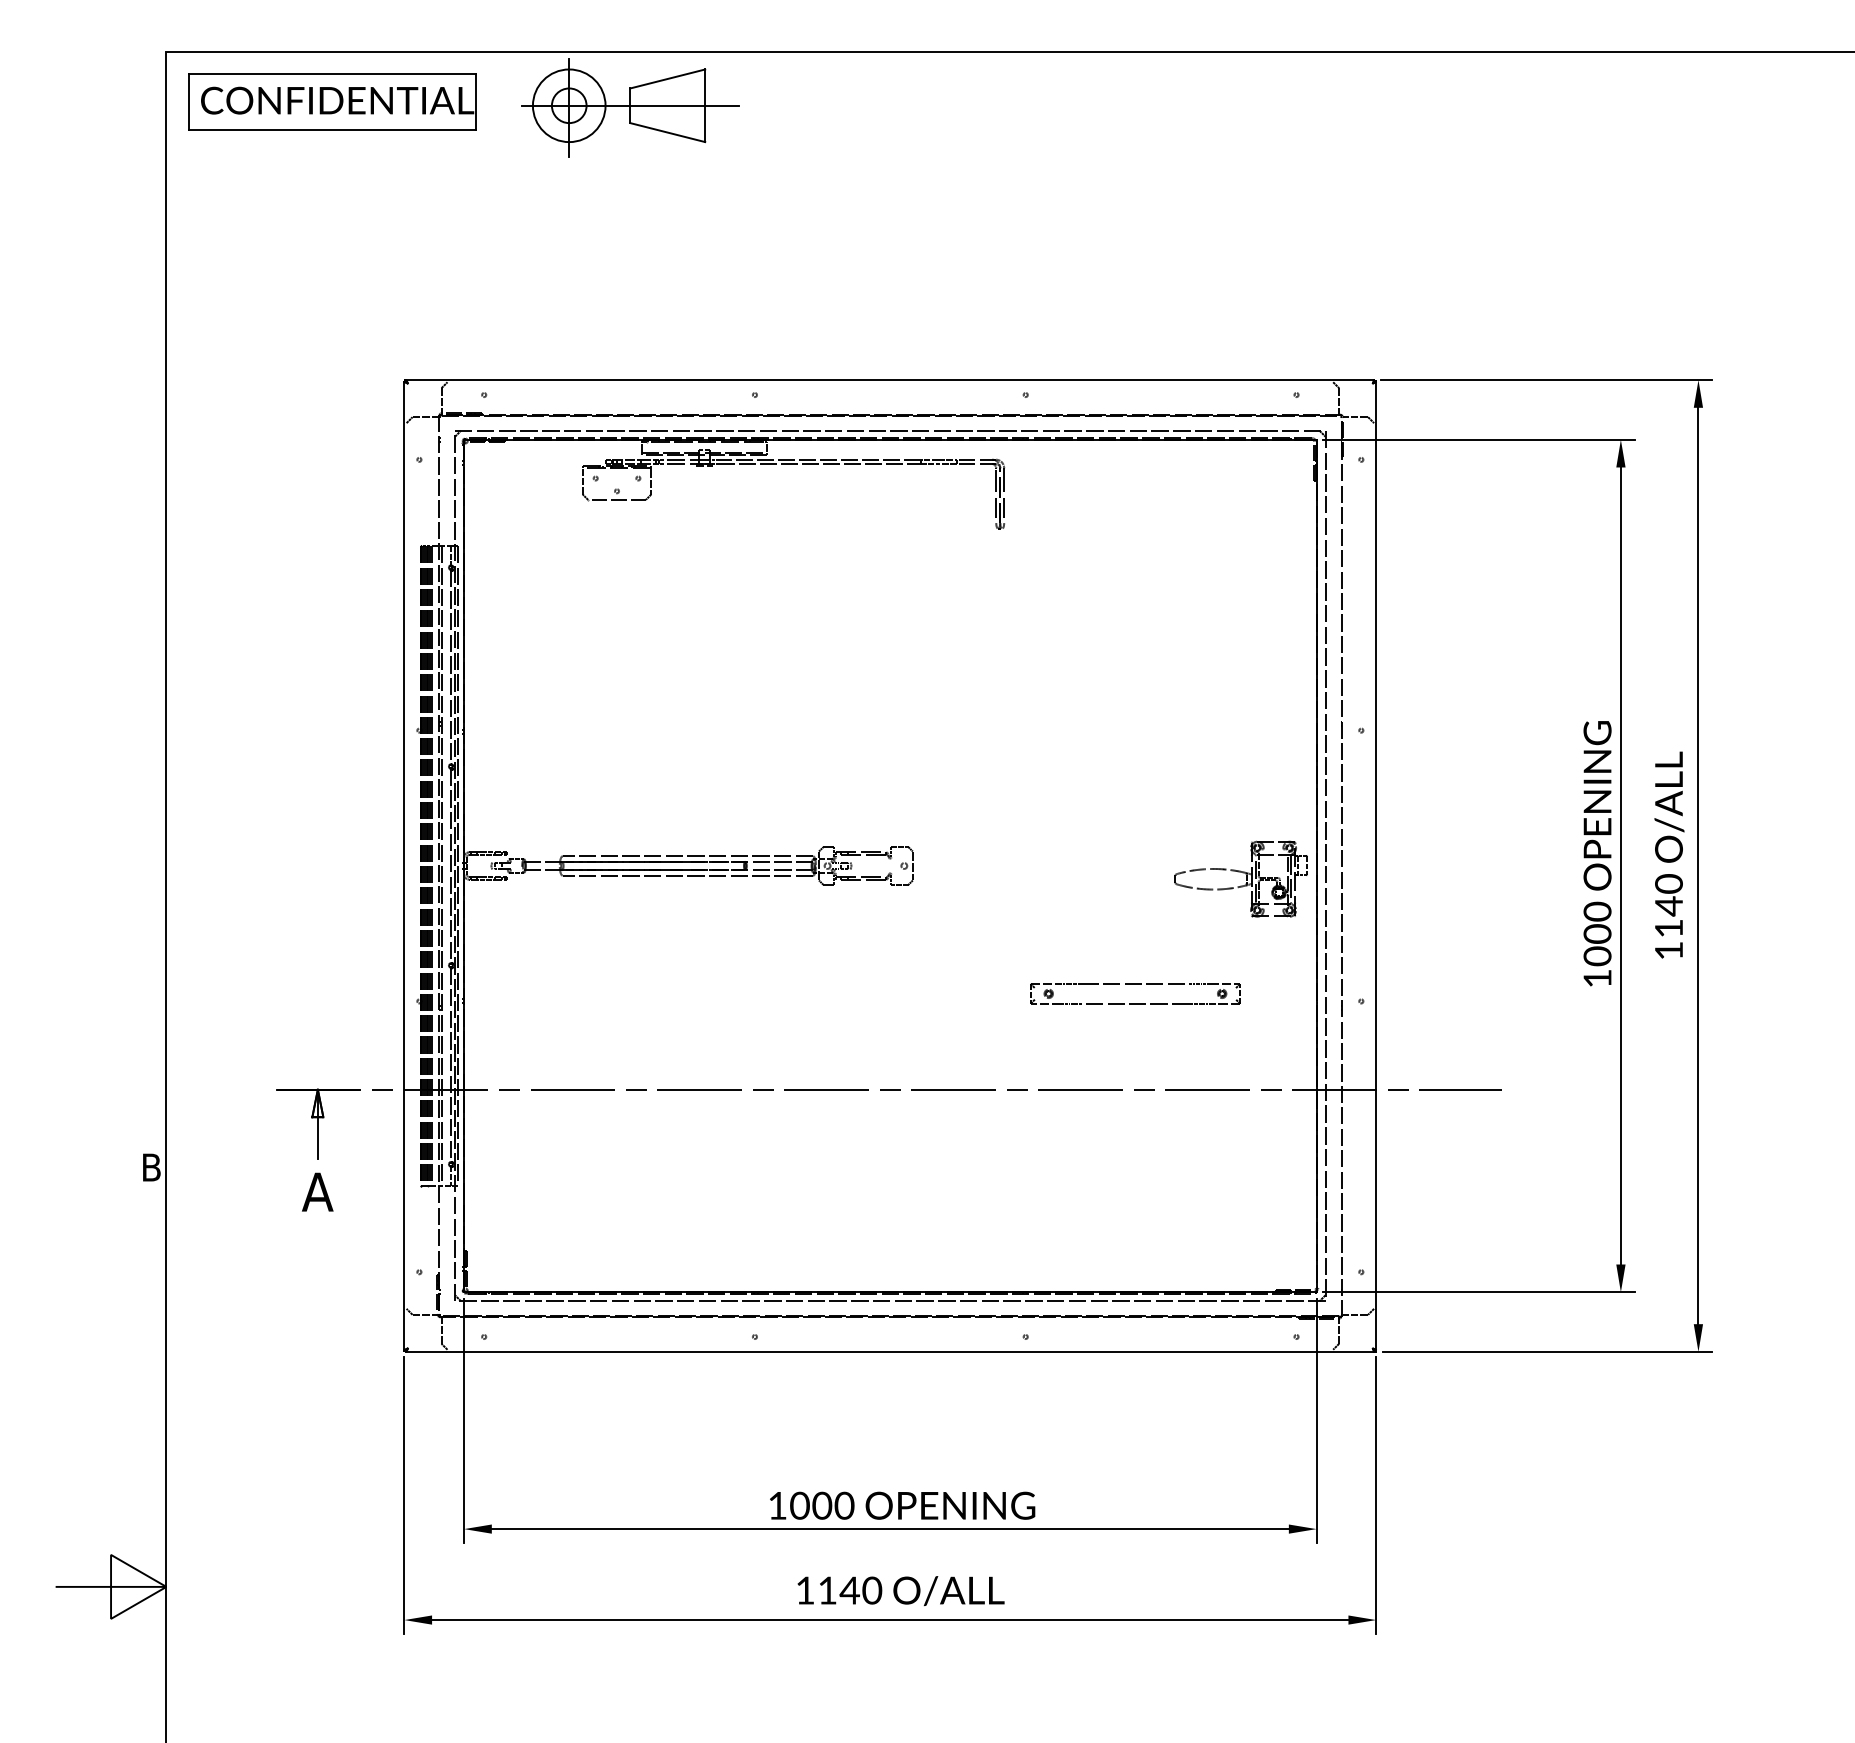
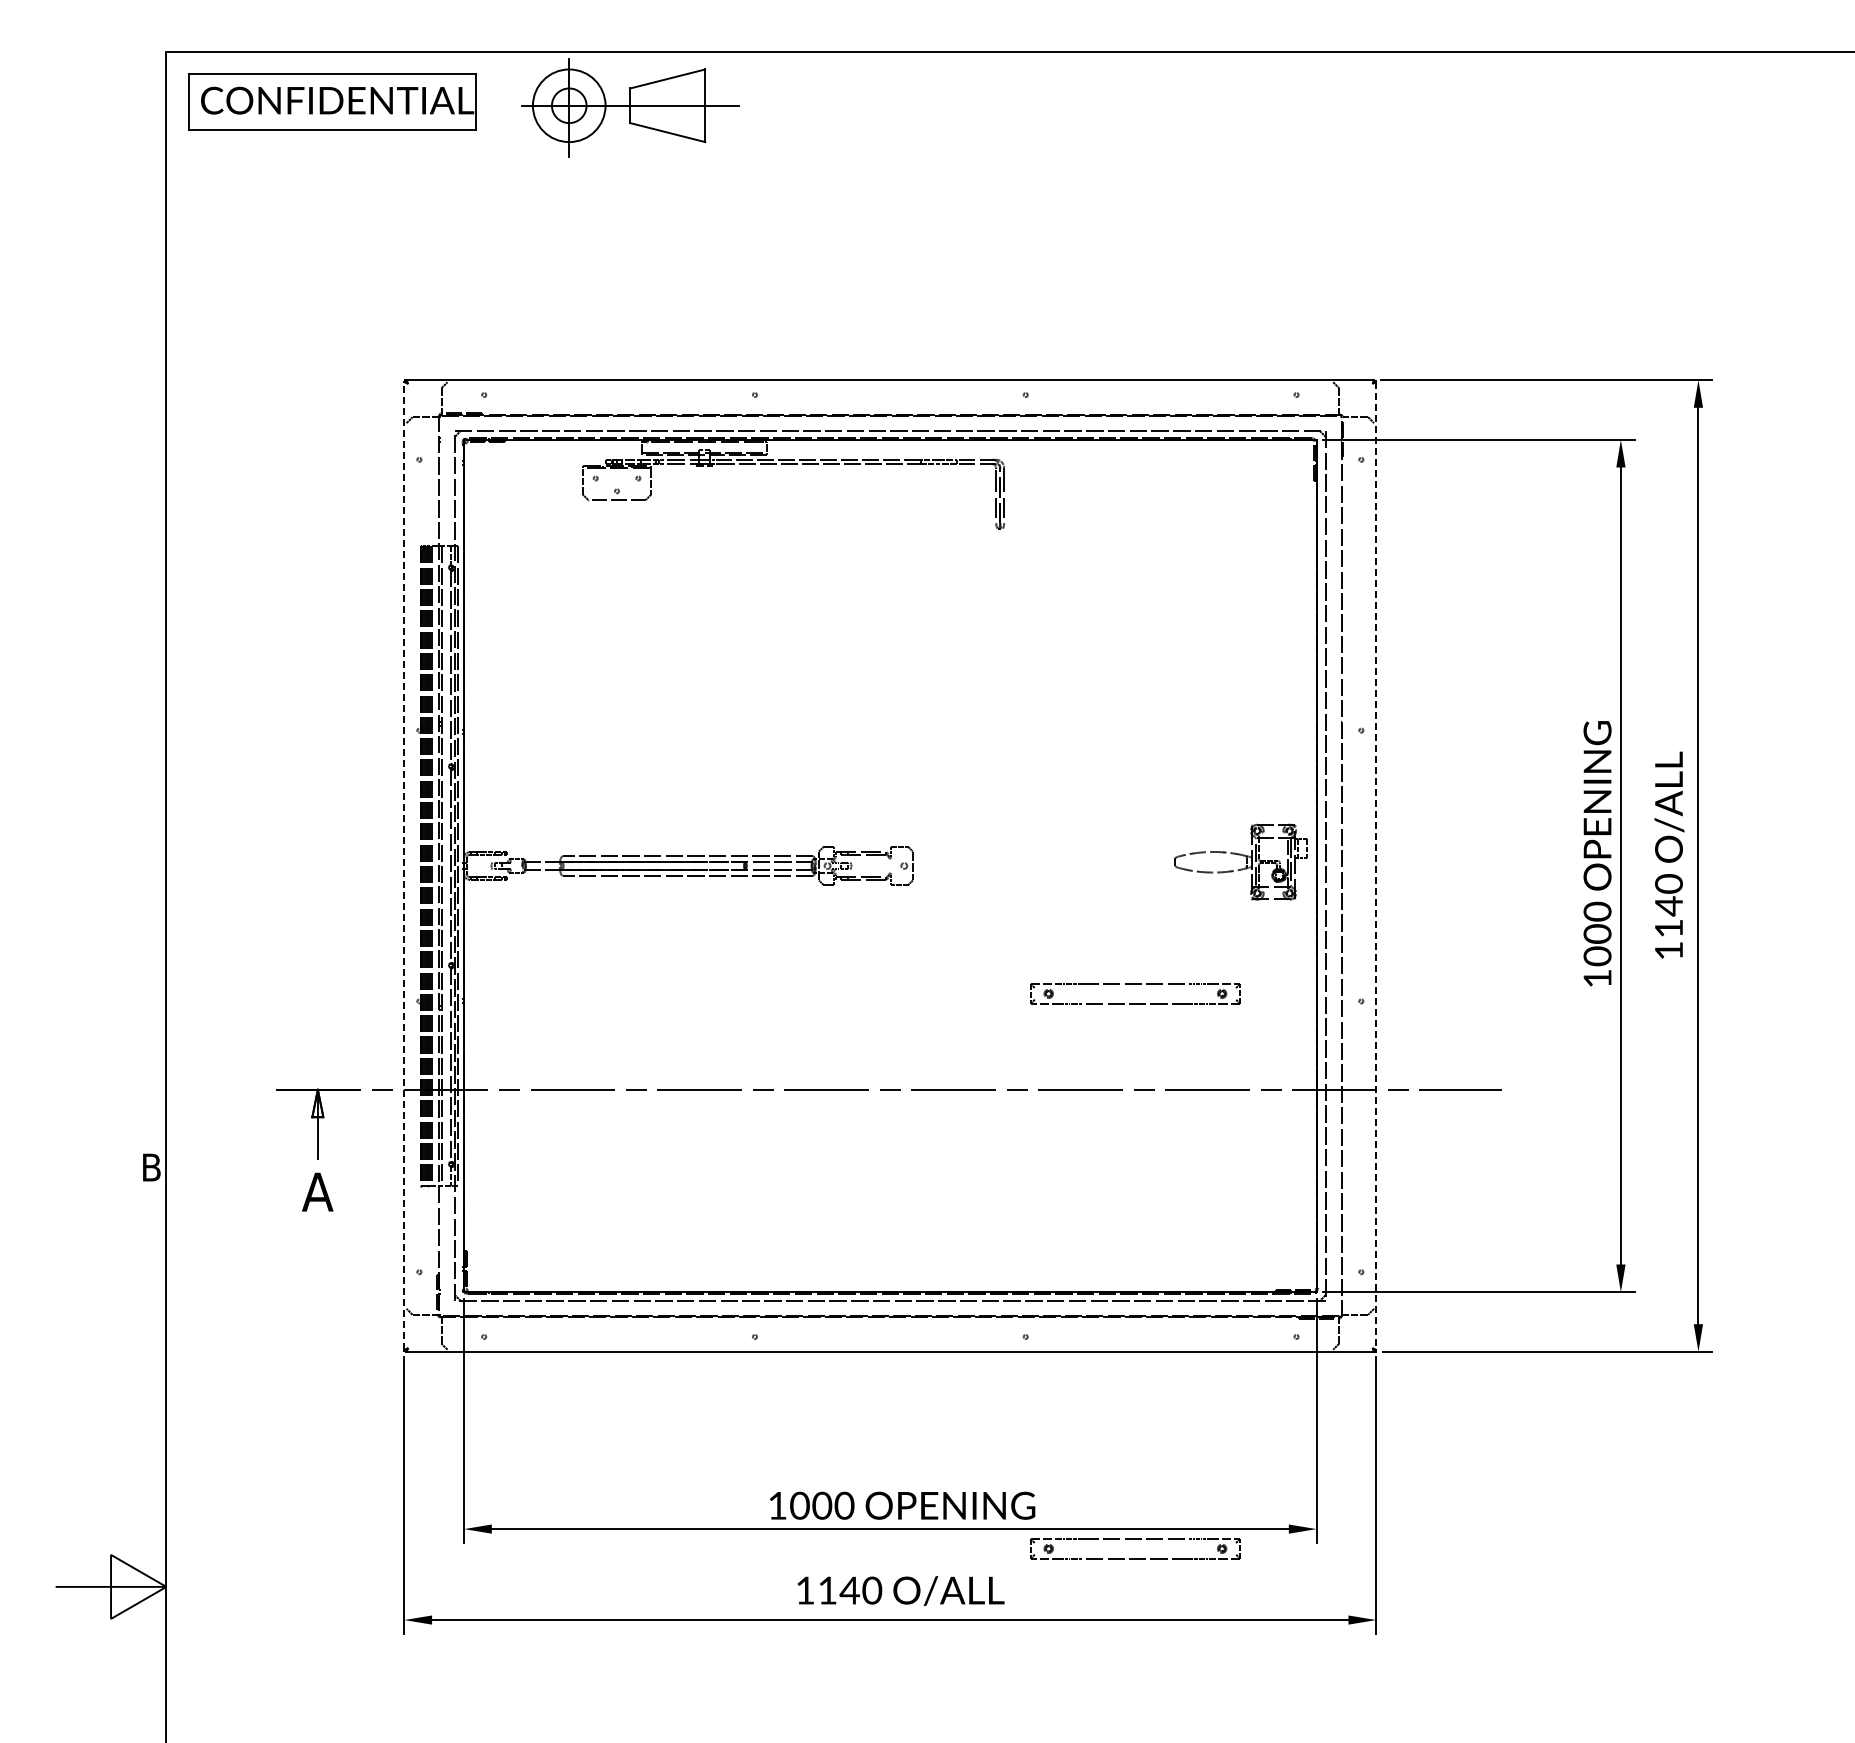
line at (404, 865): solid -> dashed
line at (1376, 866): solid -> dashed
part at (1240, 878) position: (1240, 878) -> (1240, 861)
part at (1135, 1539): none -> present
